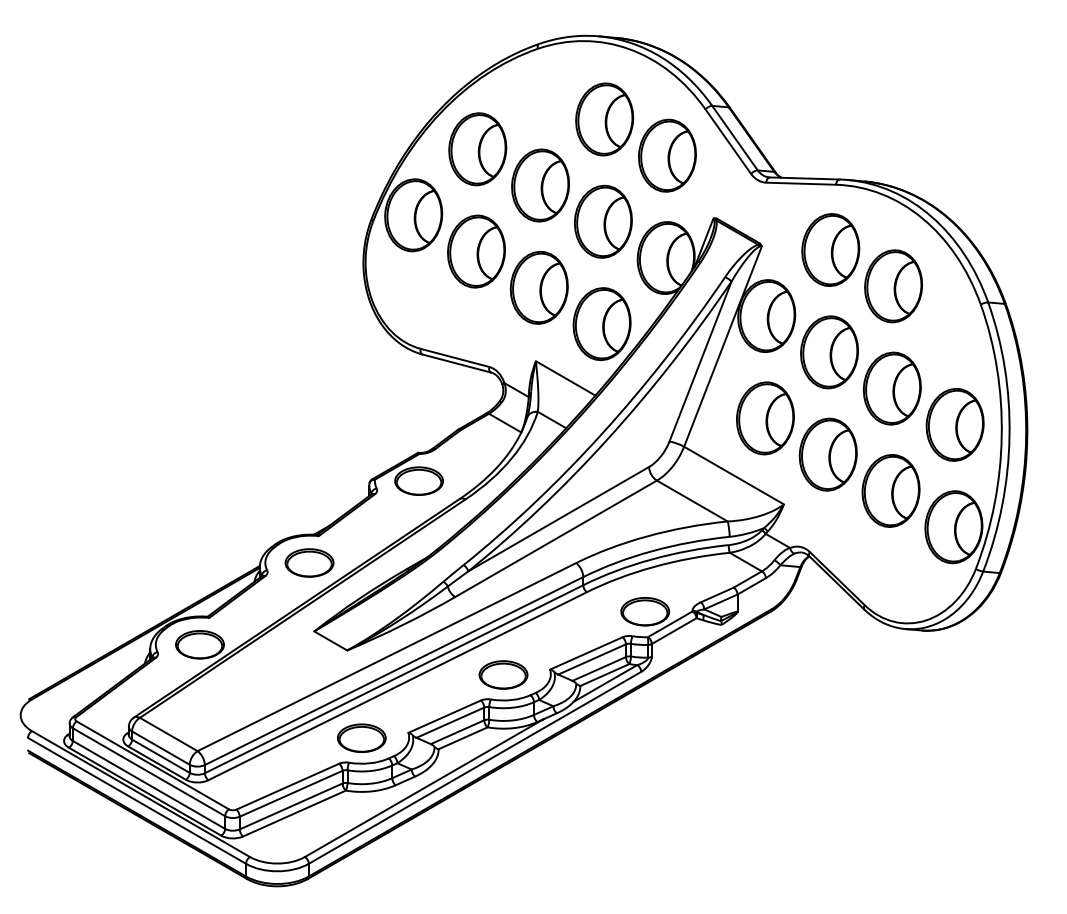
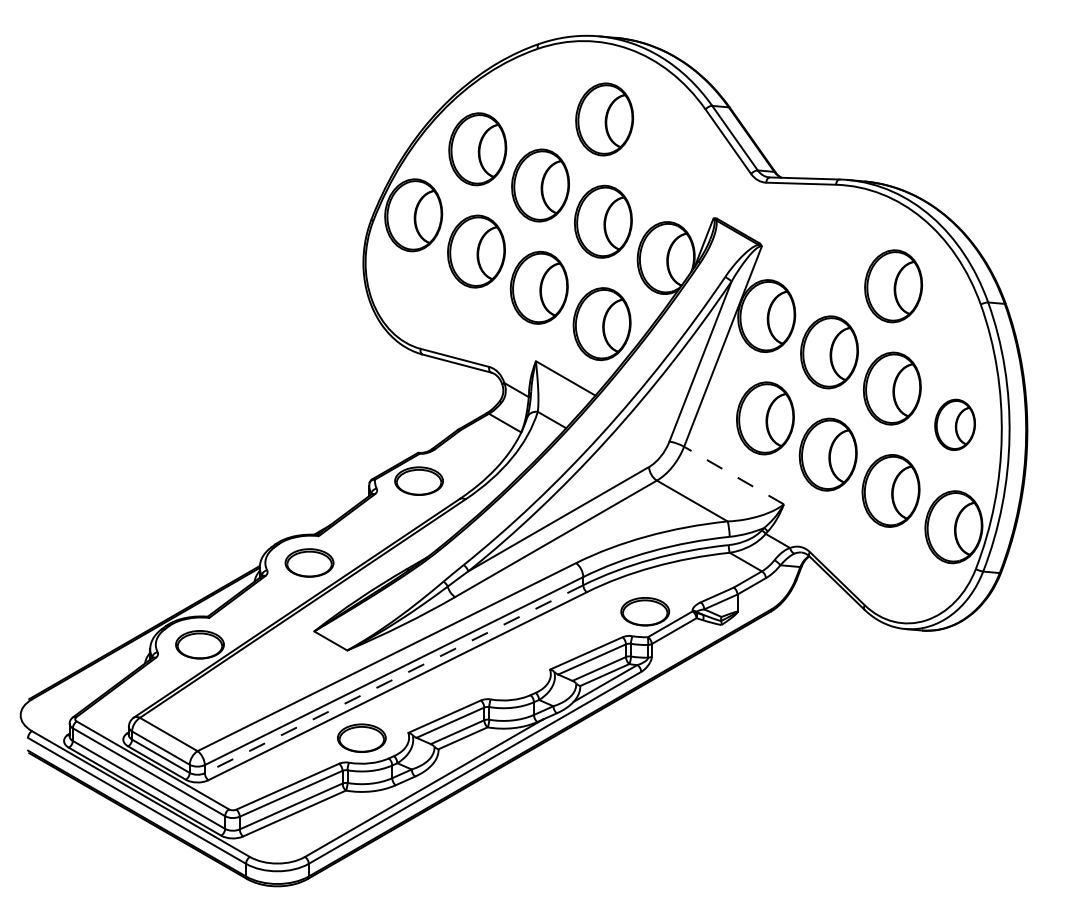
part at (667, 155): present -> none
part at (830, 249): present -> none
part at (954, 424) size: 60x74 px -> 42x54 px
line at (734, 475): solid -> dashed
part at (503, 674): present -> none
line at (393, 679): solid -> dashed
